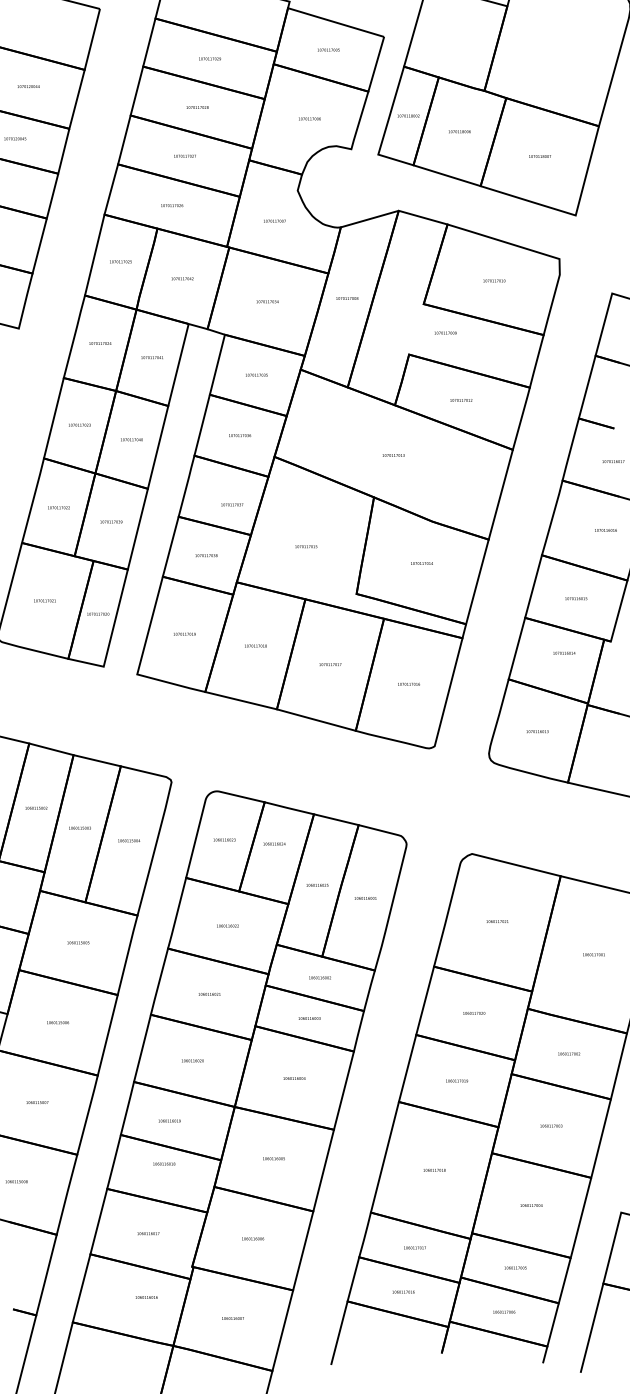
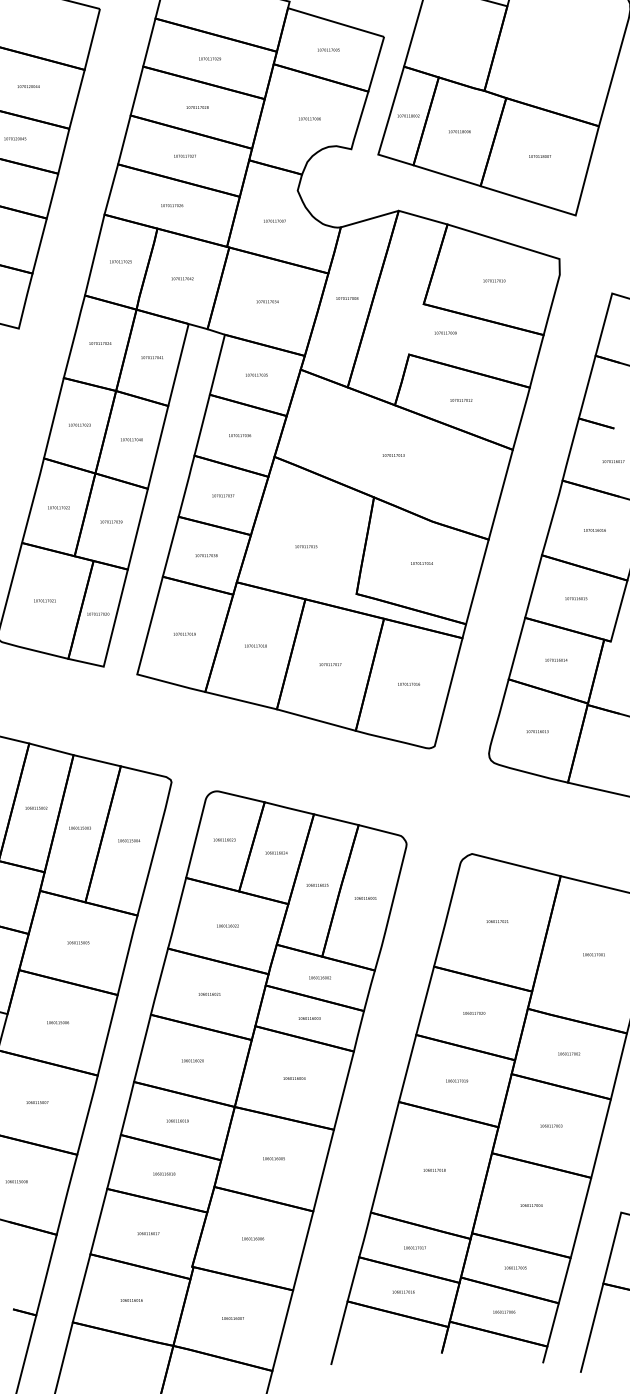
text at (232, 504) position: (232, 504) -> (223, 495)
text at (605, 530) position: (605, 530) -> (594, 530)
text at (564, 652) position: (564, 652) -> (556, 659)
text at (274, 843) position: (274, 843) -> (276, 852)
text at (169, 1120) position: (169, 1120) -> (177, 1120)
text at (164, 1163) position: (164, 1163) -> (164, 1173)
text at (146, 1297) position: (146, 1297) -> (131, 1300)
